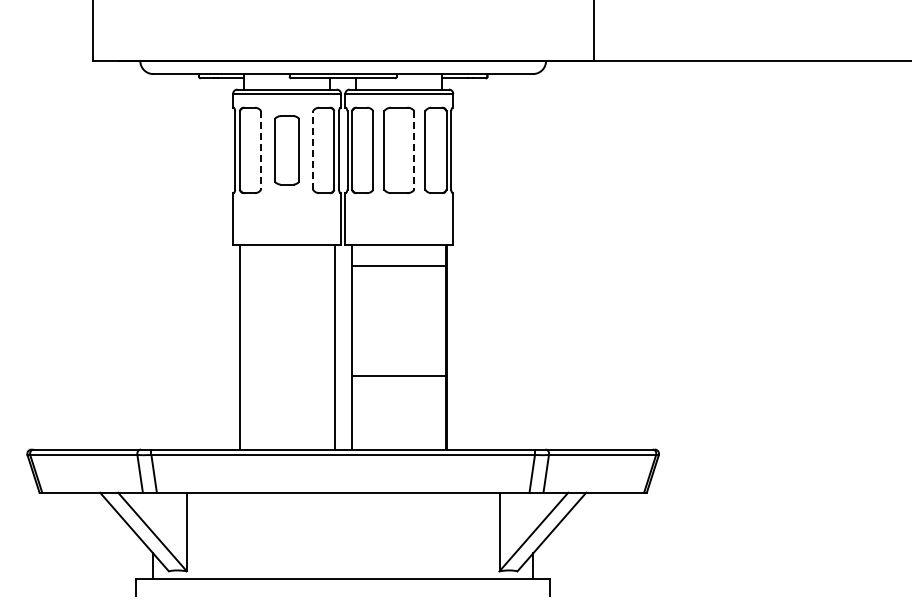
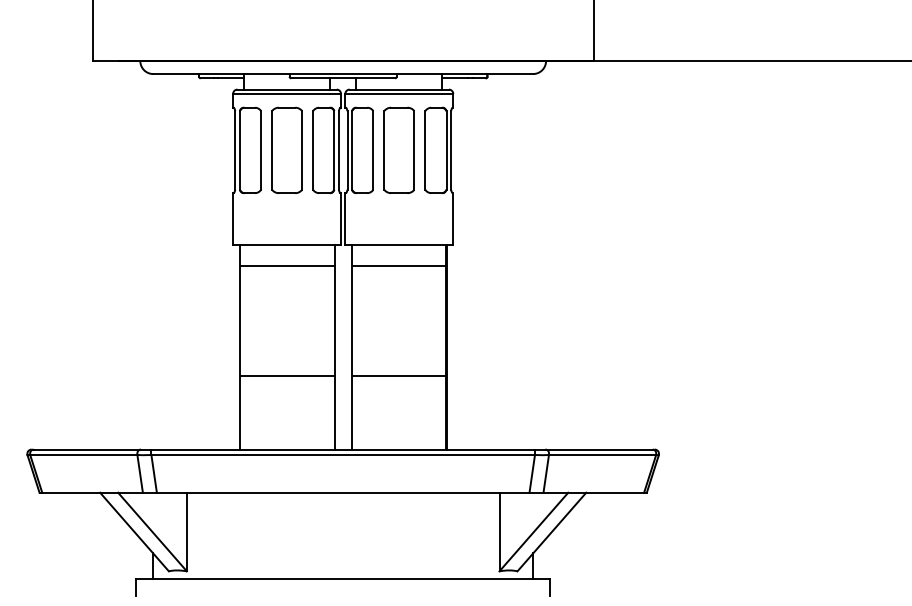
line at (313, 149): dashed -> solid
line at (261, 150): dashed -> solid
part at (286, 150) size: 26x71 px -> 32x88 px
line at (414, 150): dashed -> solid
hatch at (286, 321): none -> present
